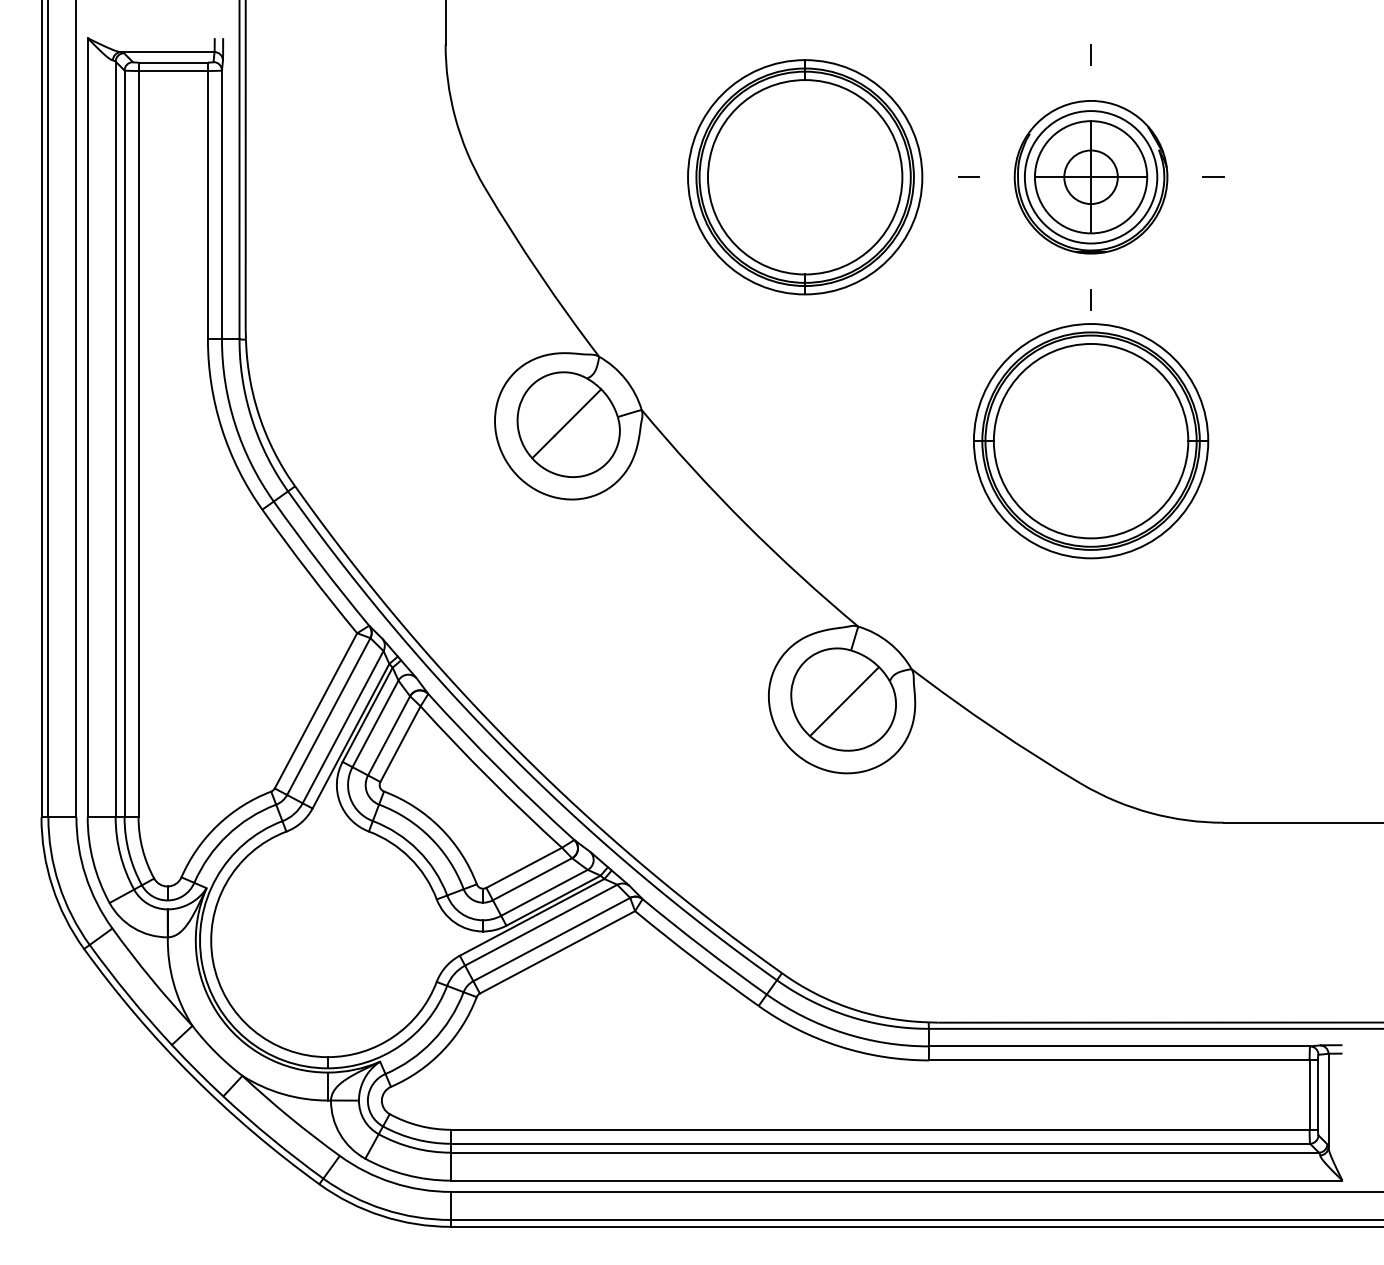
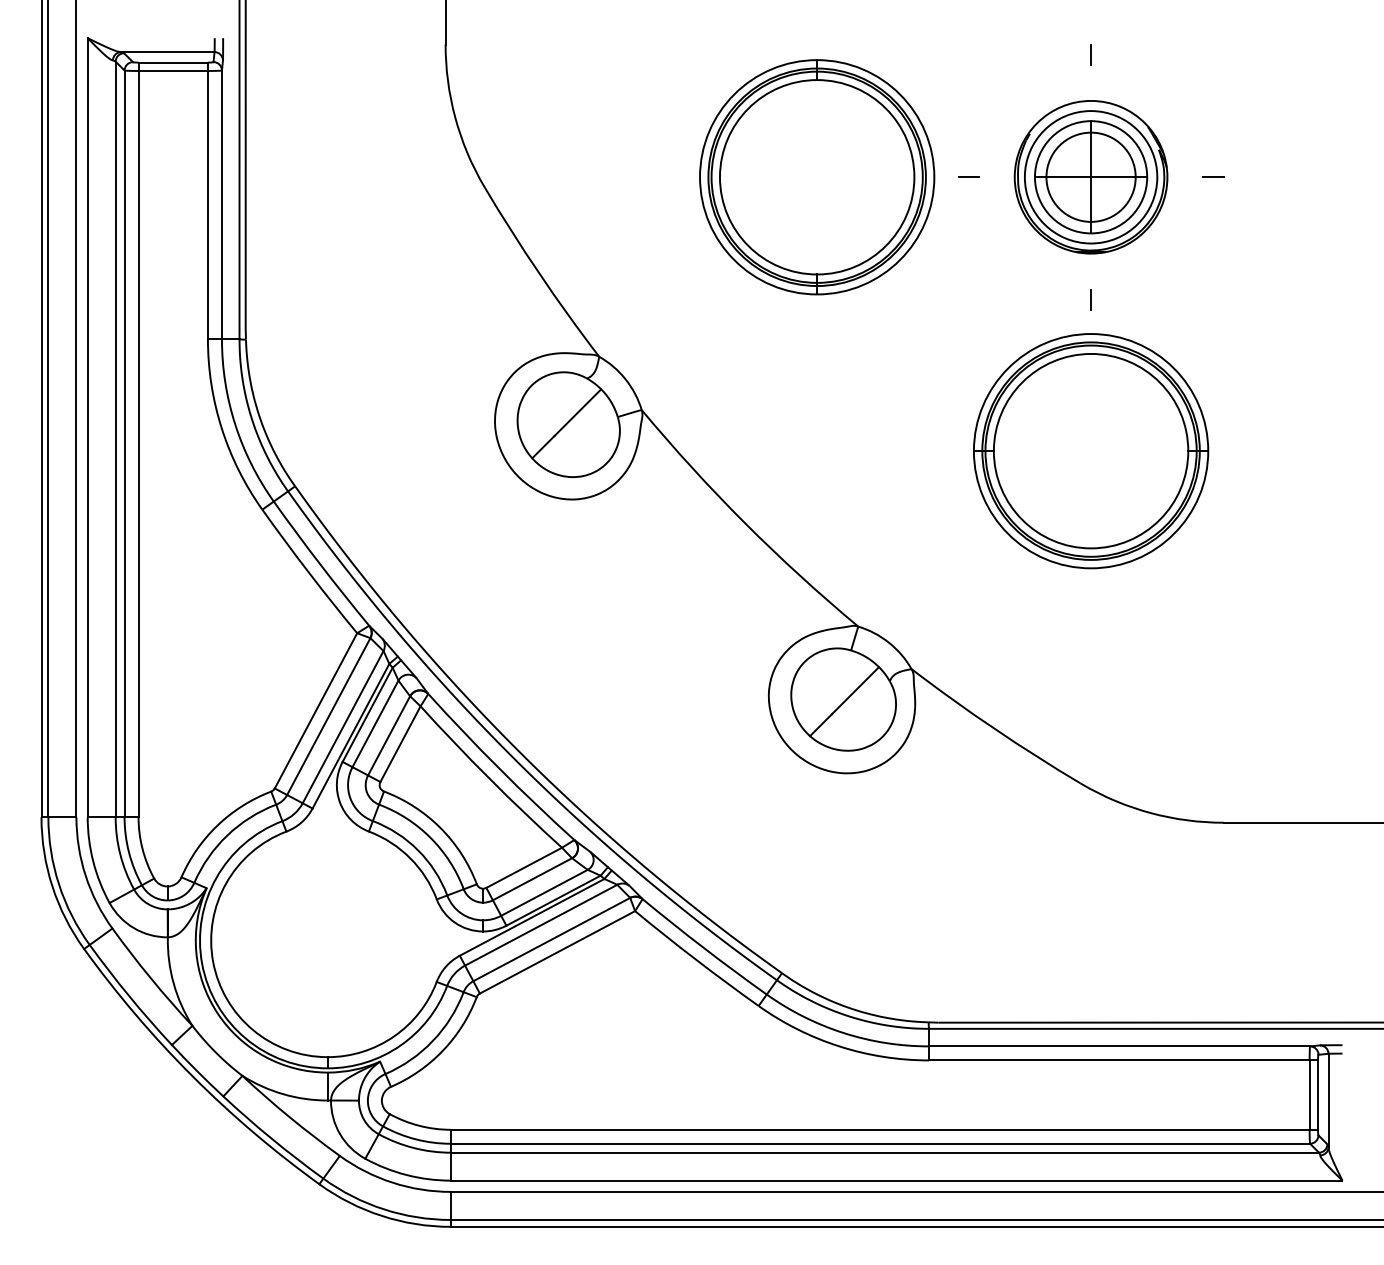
part at (805, 177) position: (805, 177) -> (817, 177)
circle at (1090, 177) diameter: 54 px -> 89 px
part at (1091, 441) position: (1091, 441) -> (1091, 451)
